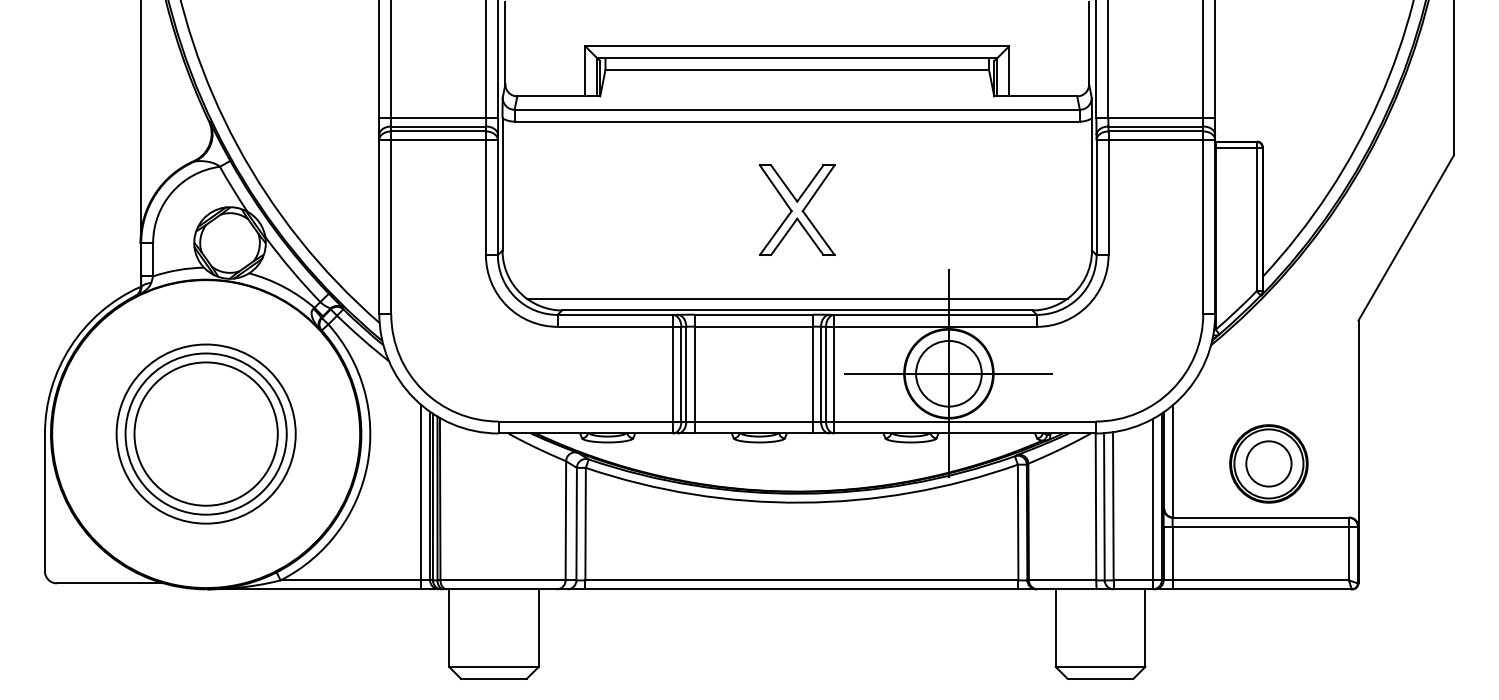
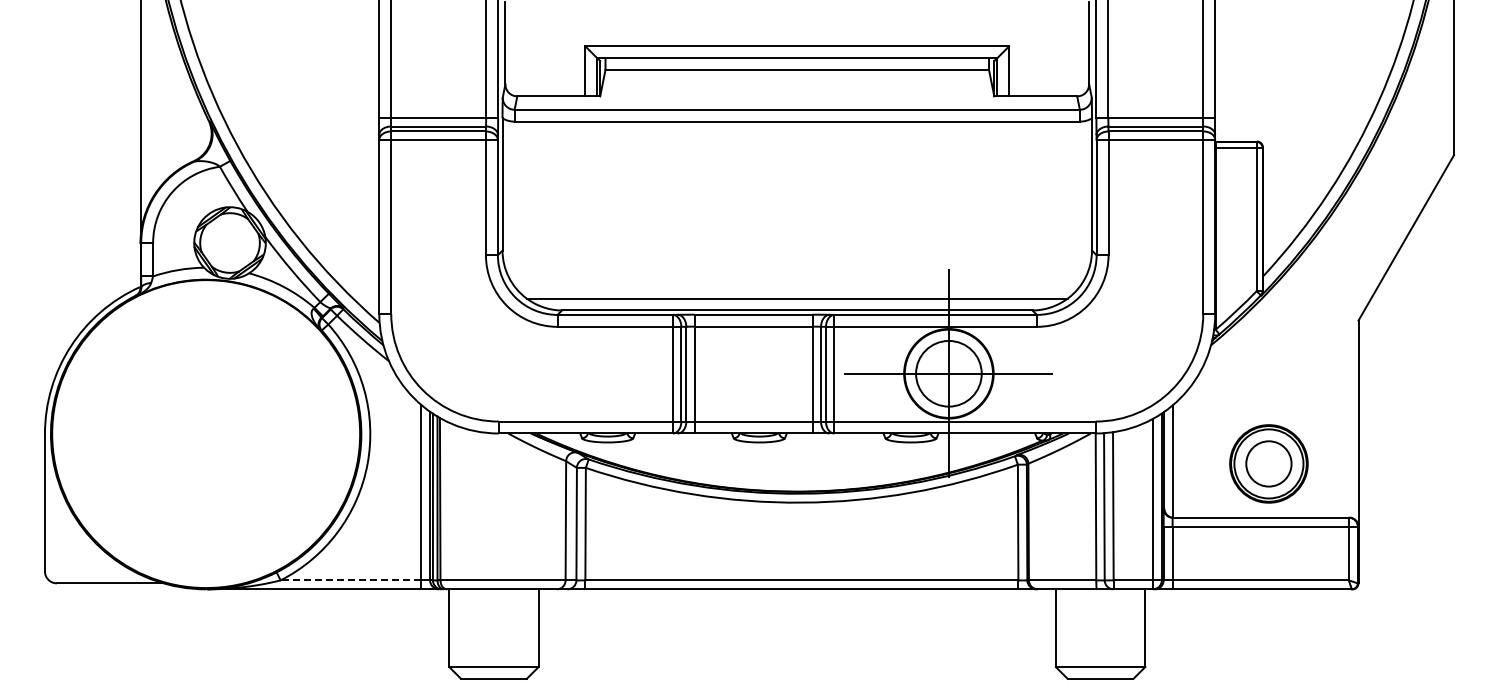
part at (796, 209): present -> none
part at (205, 433): present -> none
line at (350, 580): solid -> dashed
